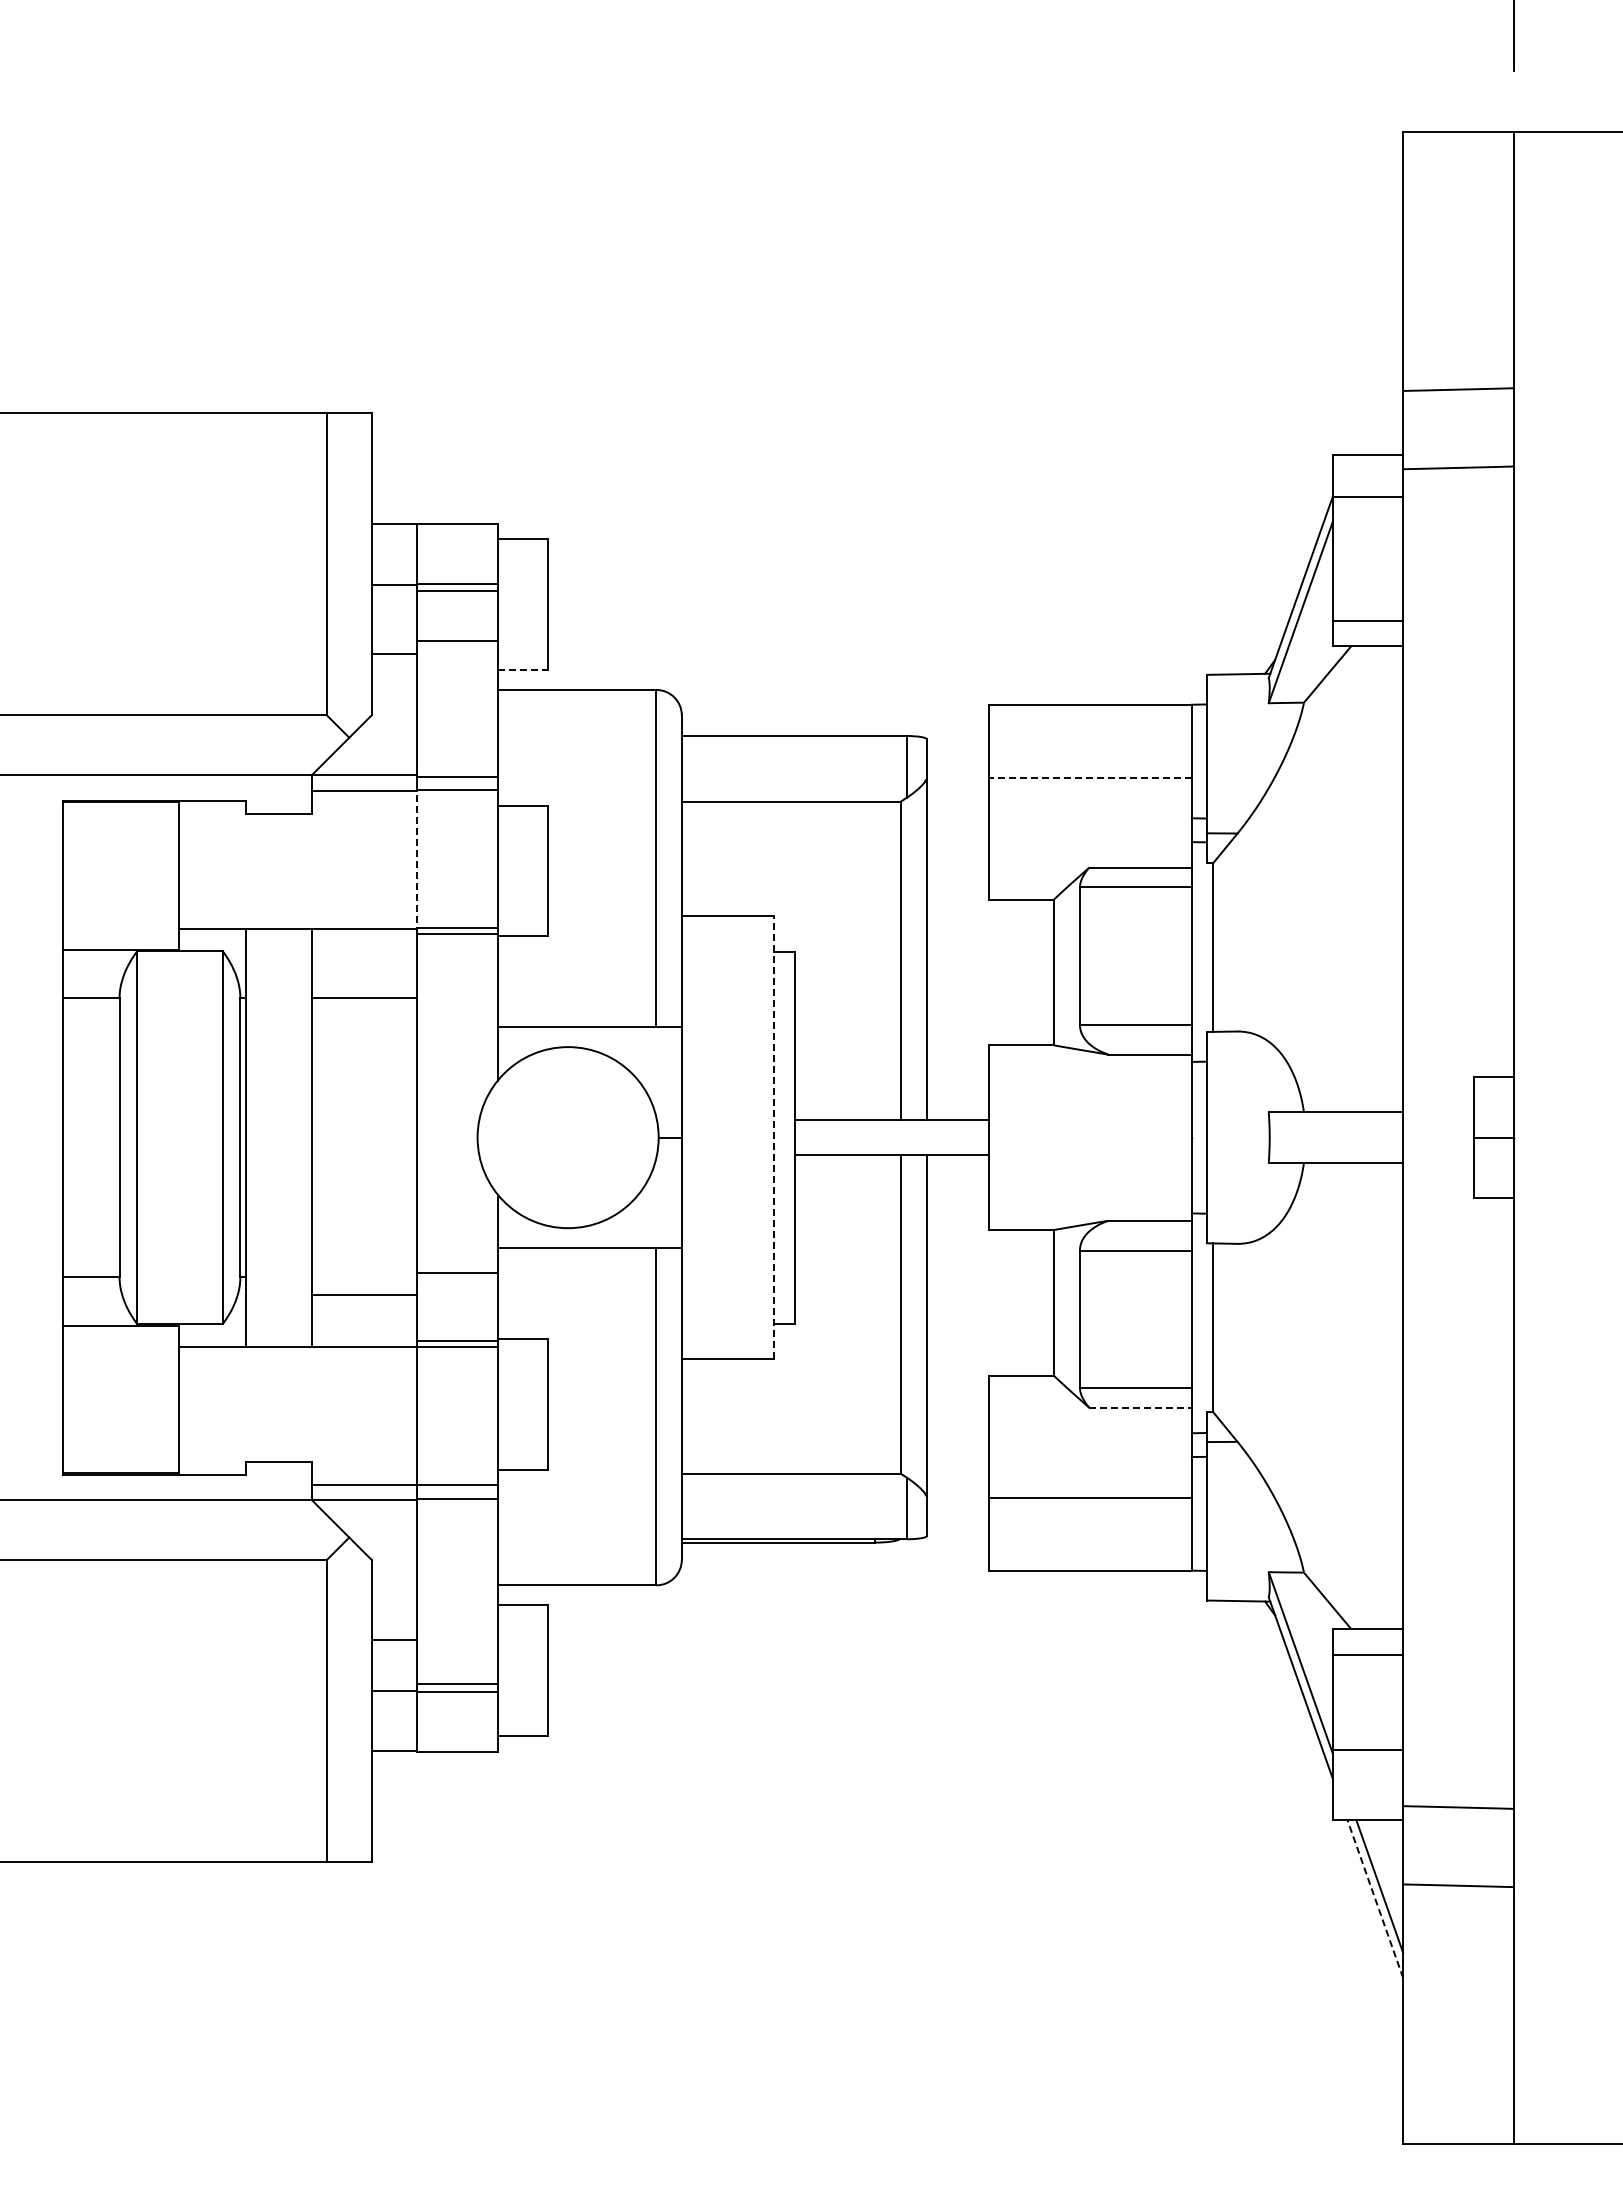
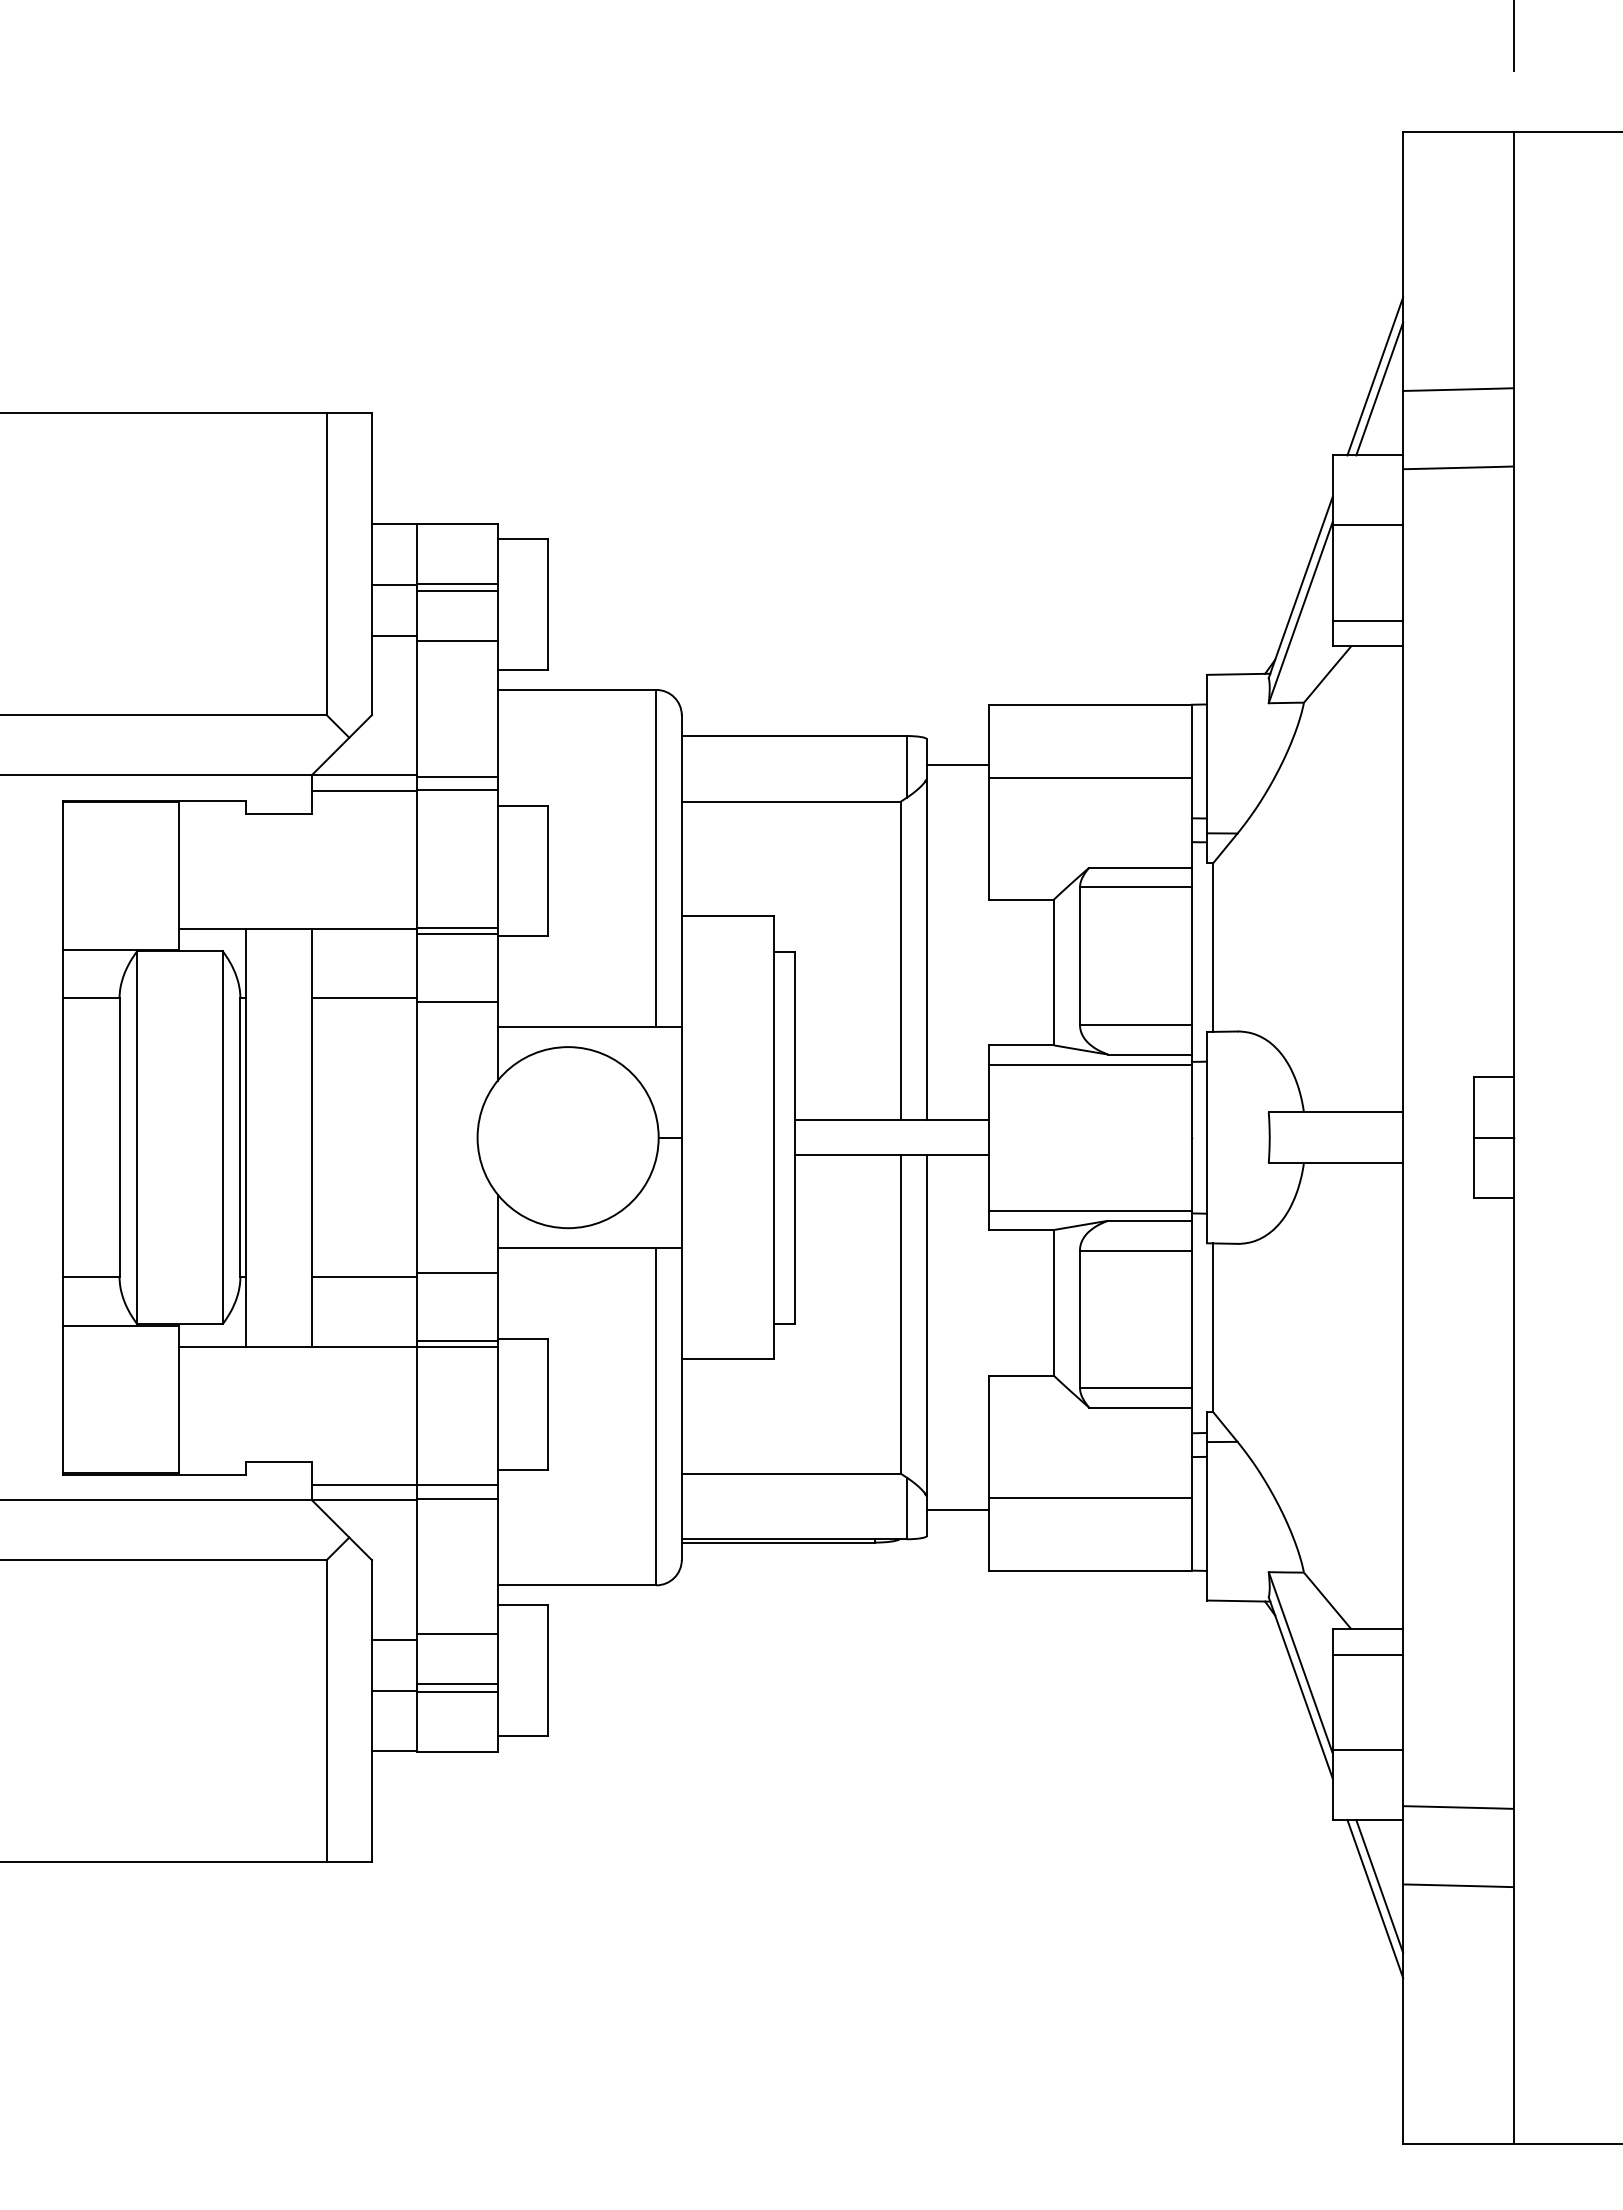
line at (1375, 376): none -> present
line at (1379, 388): none -> present
line at (1367, 497) position: (1367, 497) -> (1367, 525)
line at (394, 653) position: (394, 653) -> (394, 635)
line at (523, 669): dashed -> solid
line at (957, 765): none -> present
line at (1090, 777): dashed -> solid
line at (417, 862): dashed -> solid
line at (457, 1002): none -> present
line at (1089, 1064): none -> present
line at (774, 1137): dashed -> solid
line at (1089, 1210): none -> present
line at (364, 1295) position: (364, 1295) -> (364, 1277)
line at (1141, 1407): dashed -> solid
line at (957, 1509): none -> present
line at (457, 1633): none -> present
line at (1375, 1898): dashed -> solid
